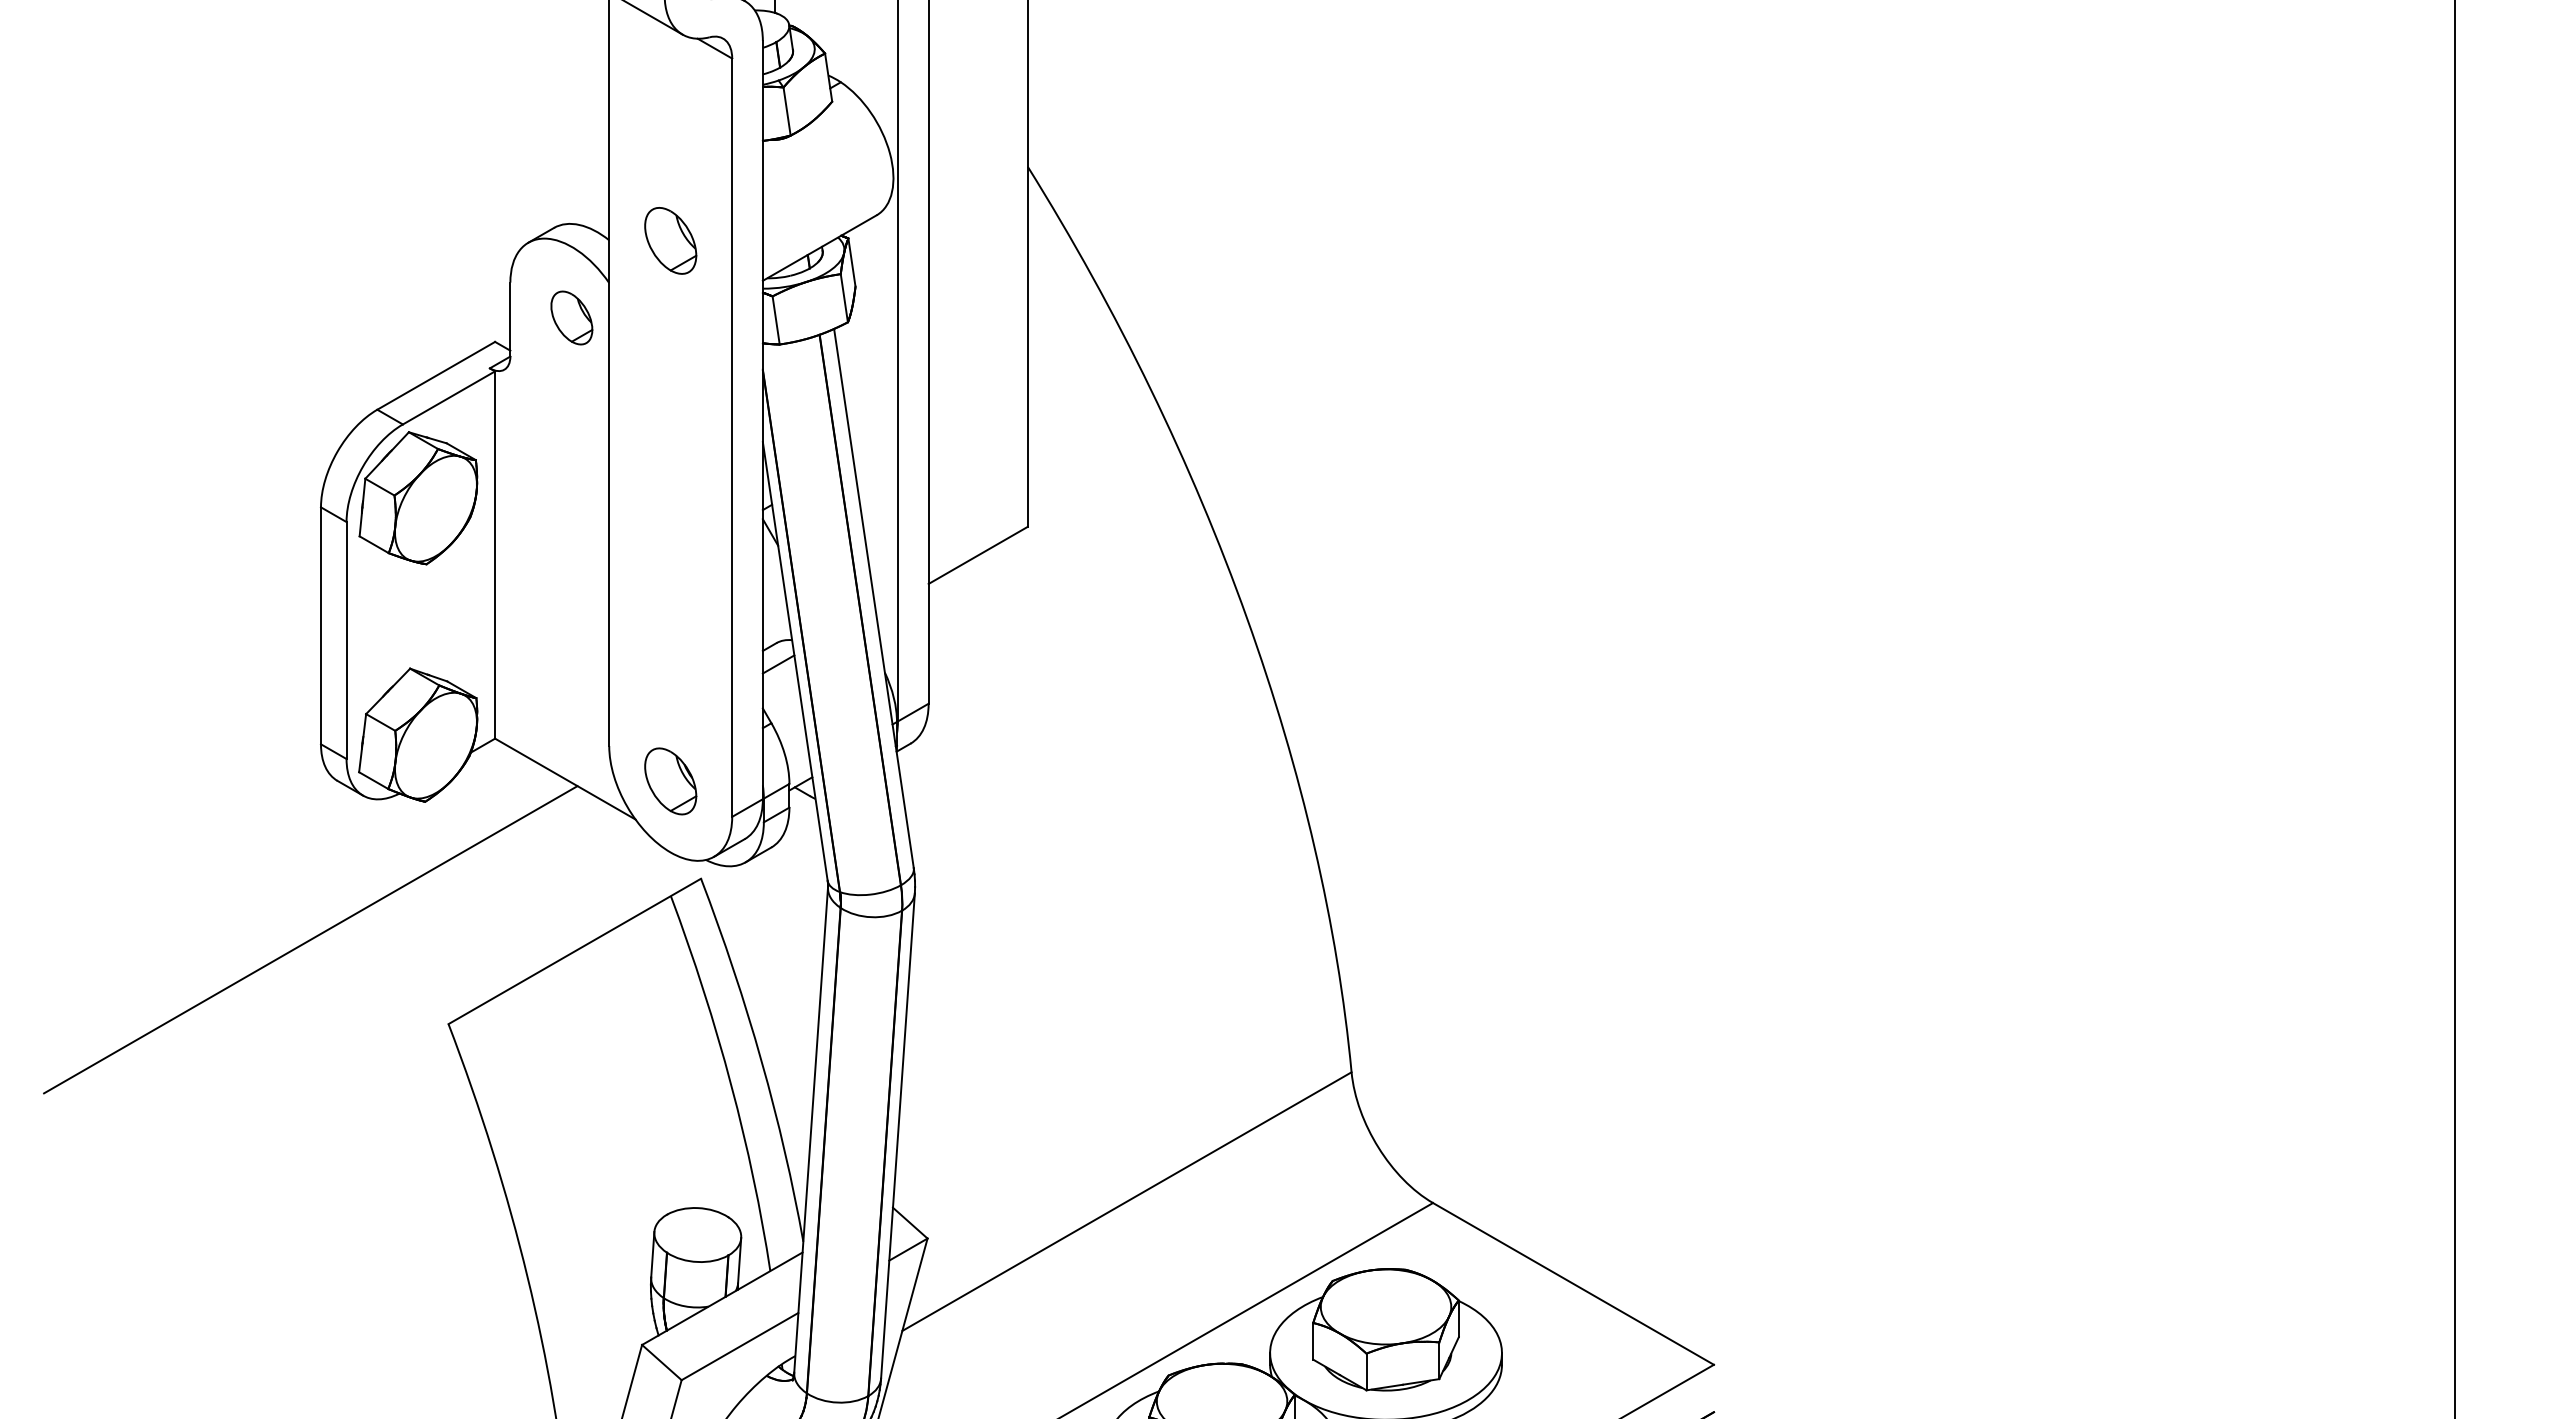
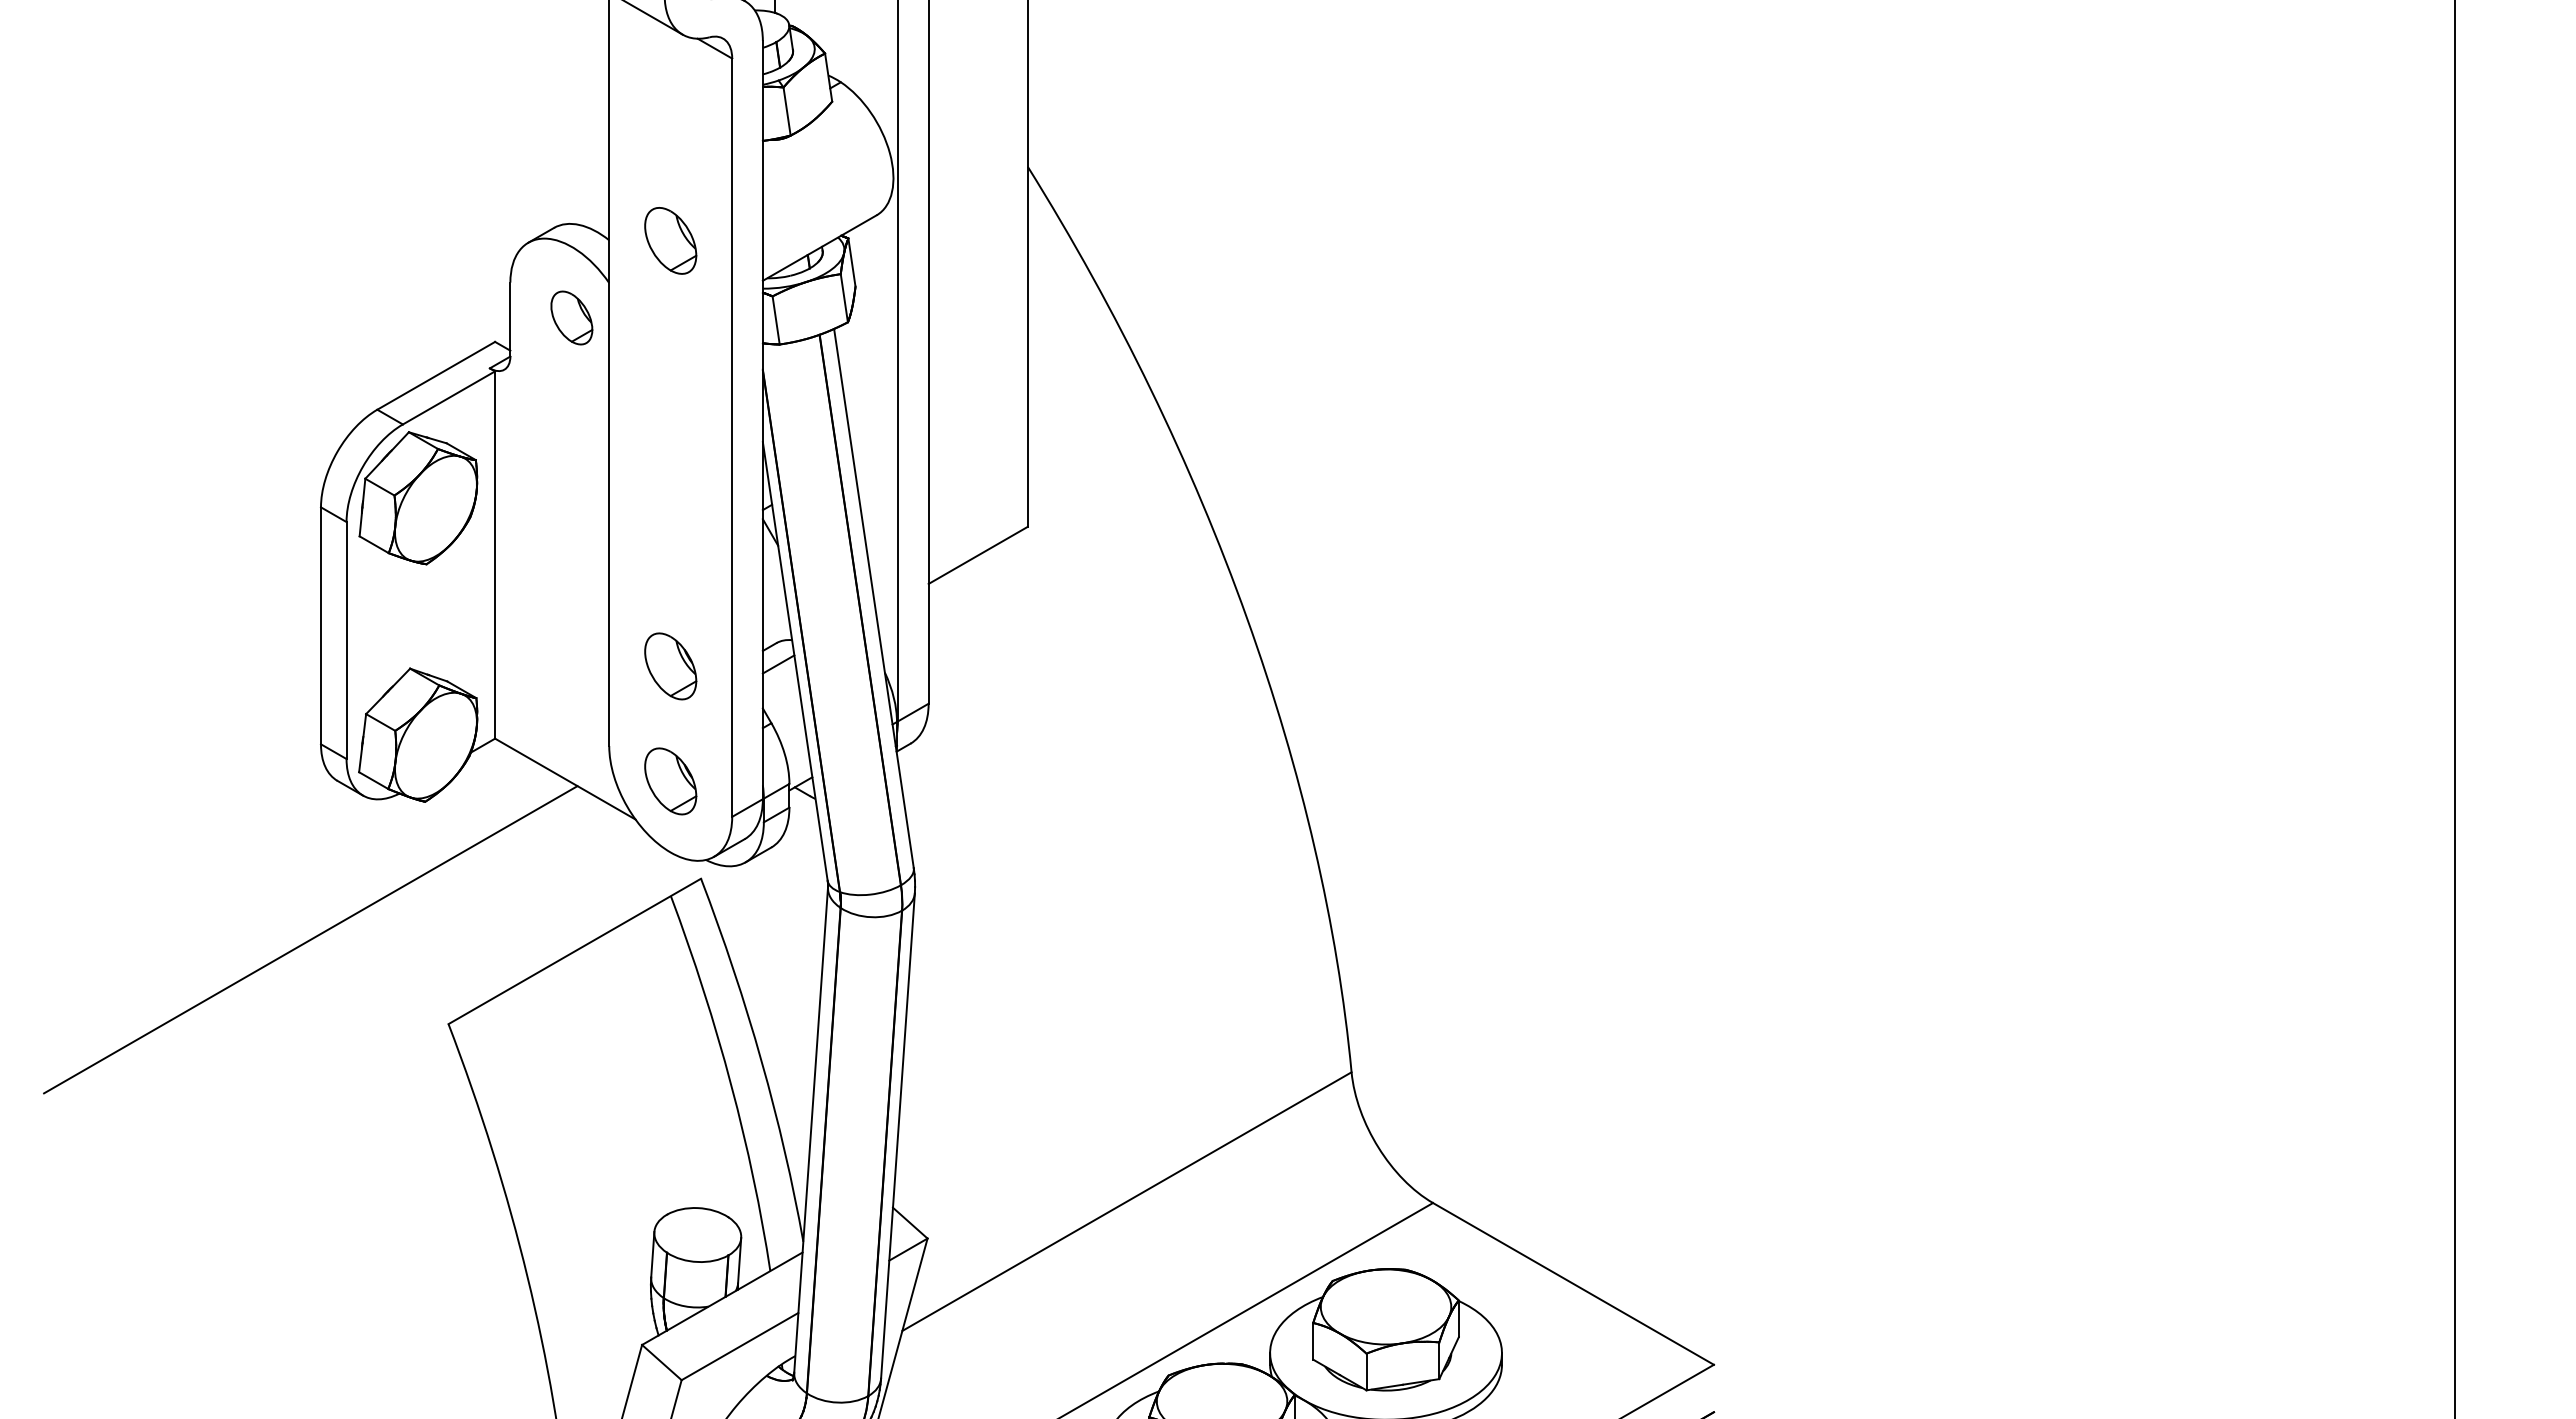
part at (670, 666): none -> present
